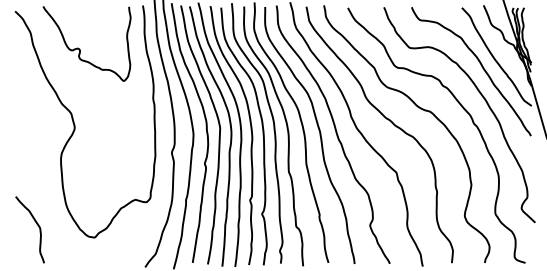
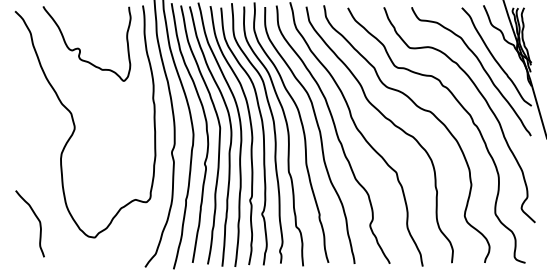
curve at (36, 224) position: (36, 224) -> (36, 218)
